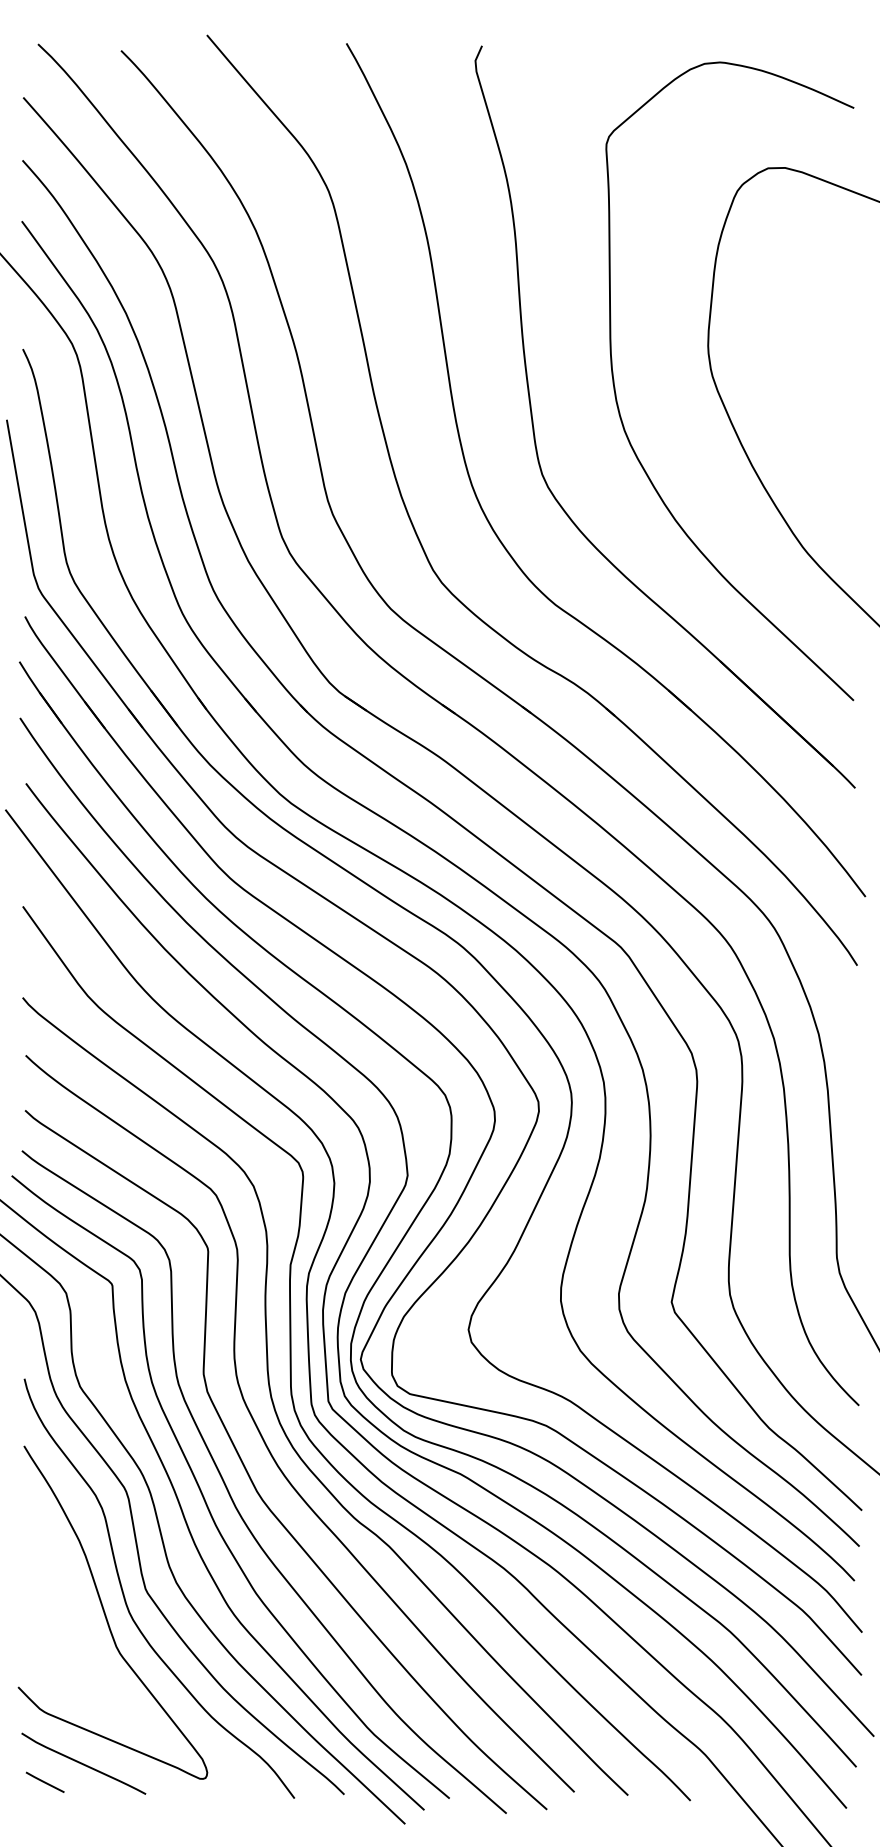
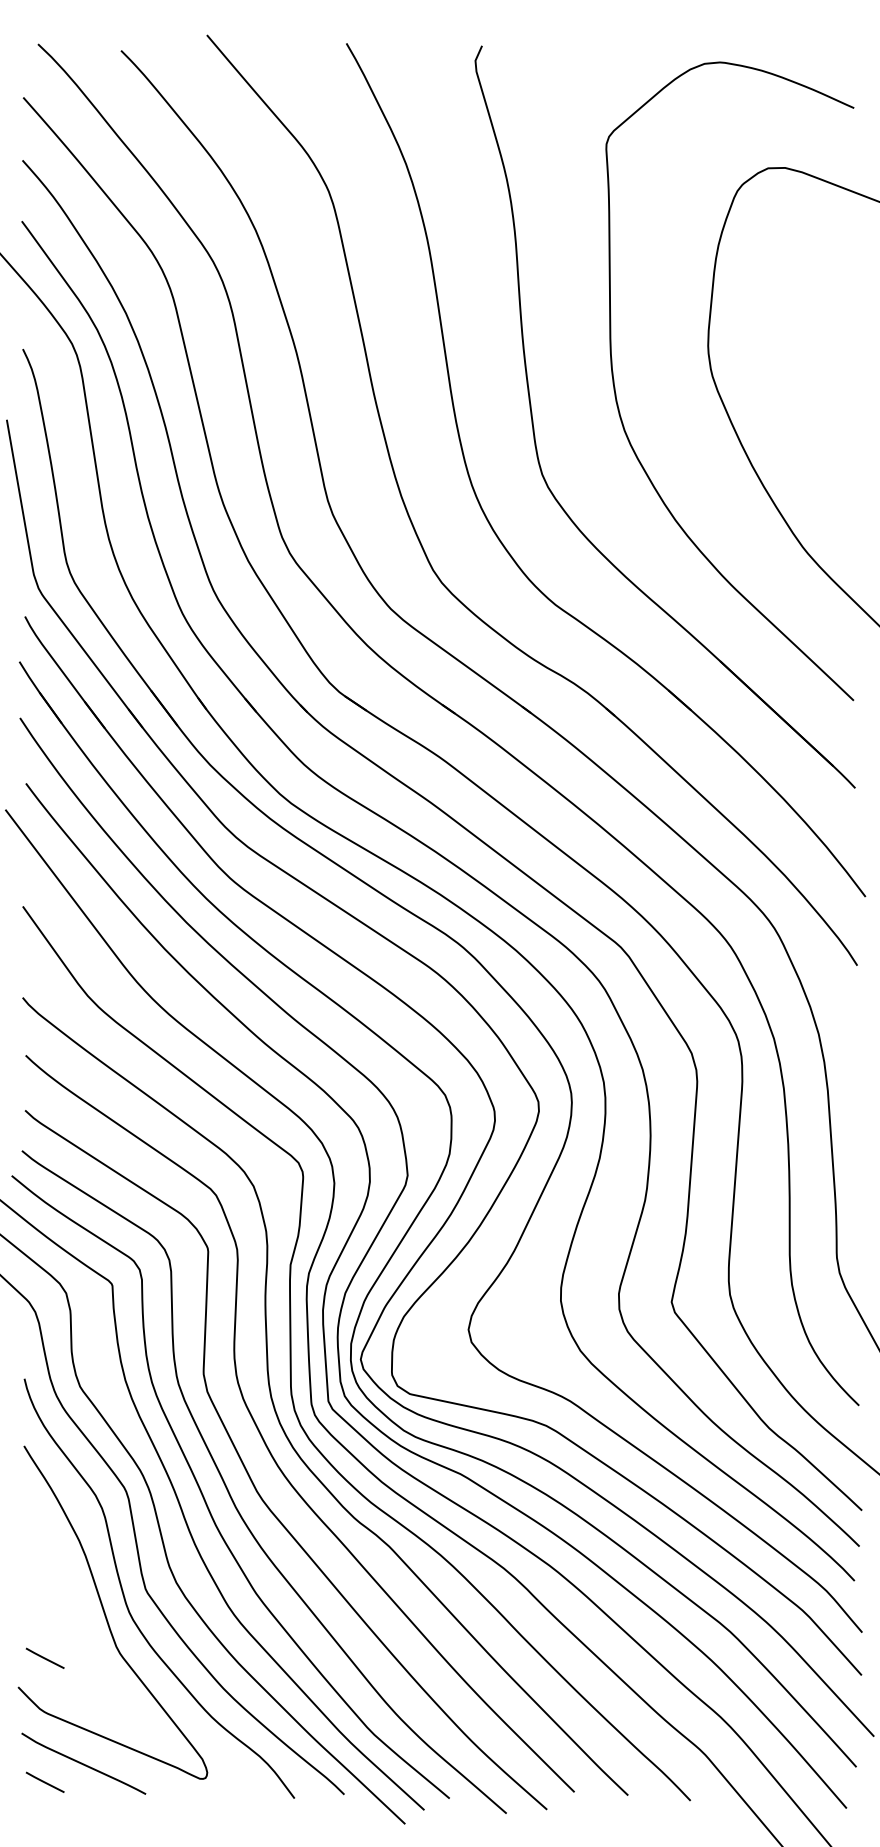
line at (44, 1657): none -> present
